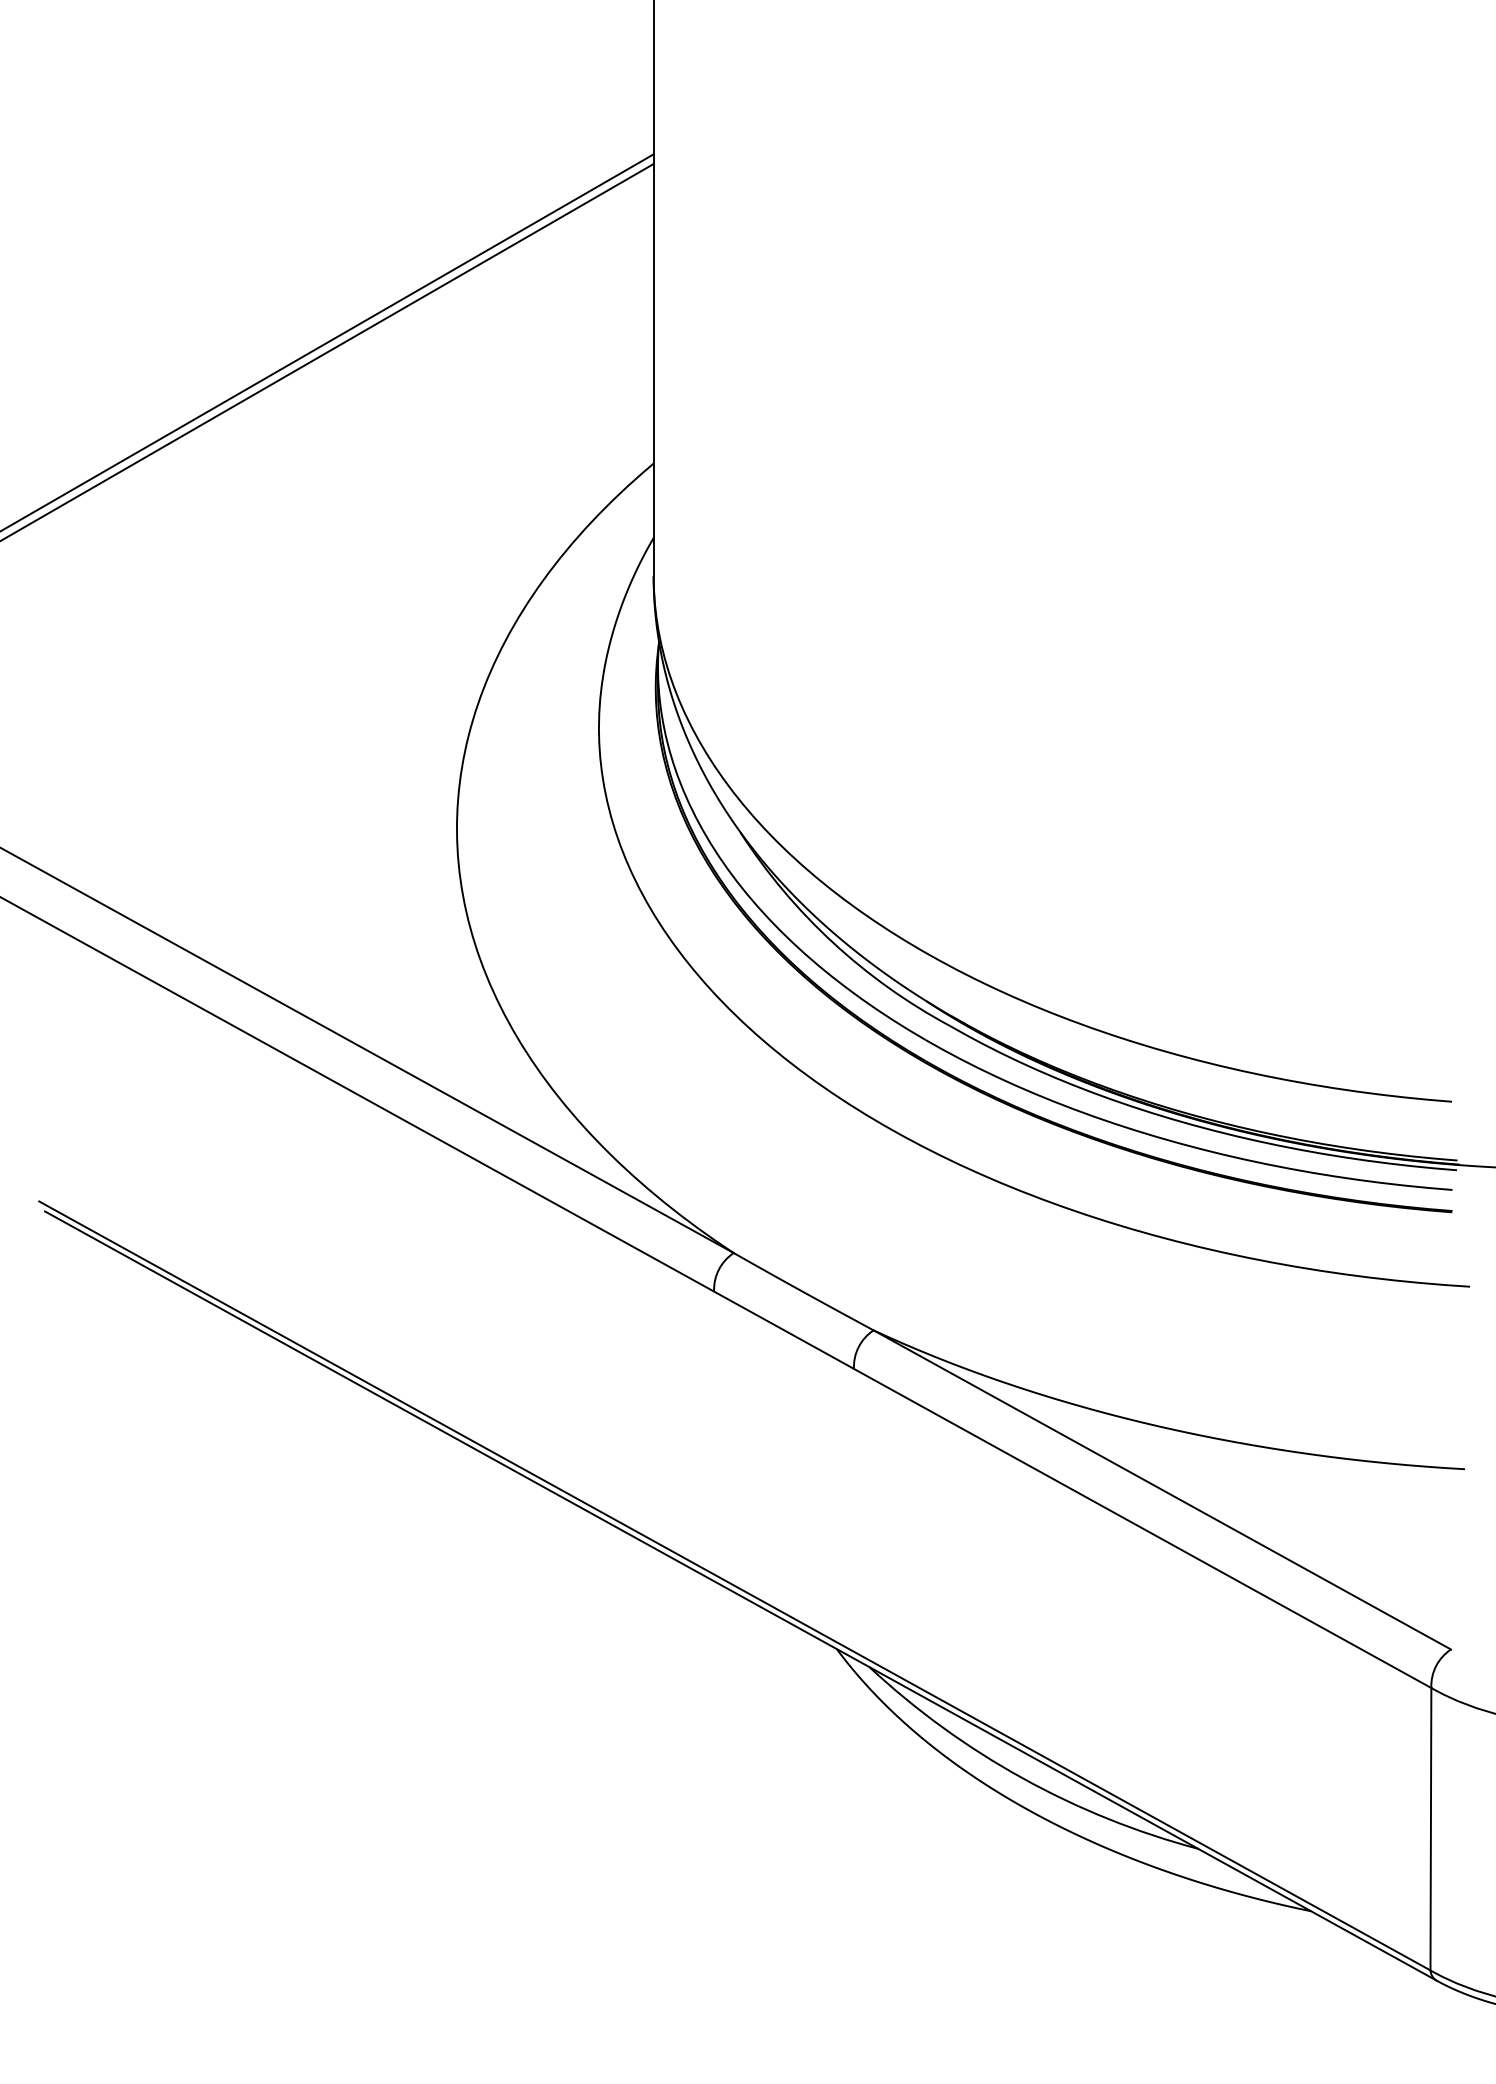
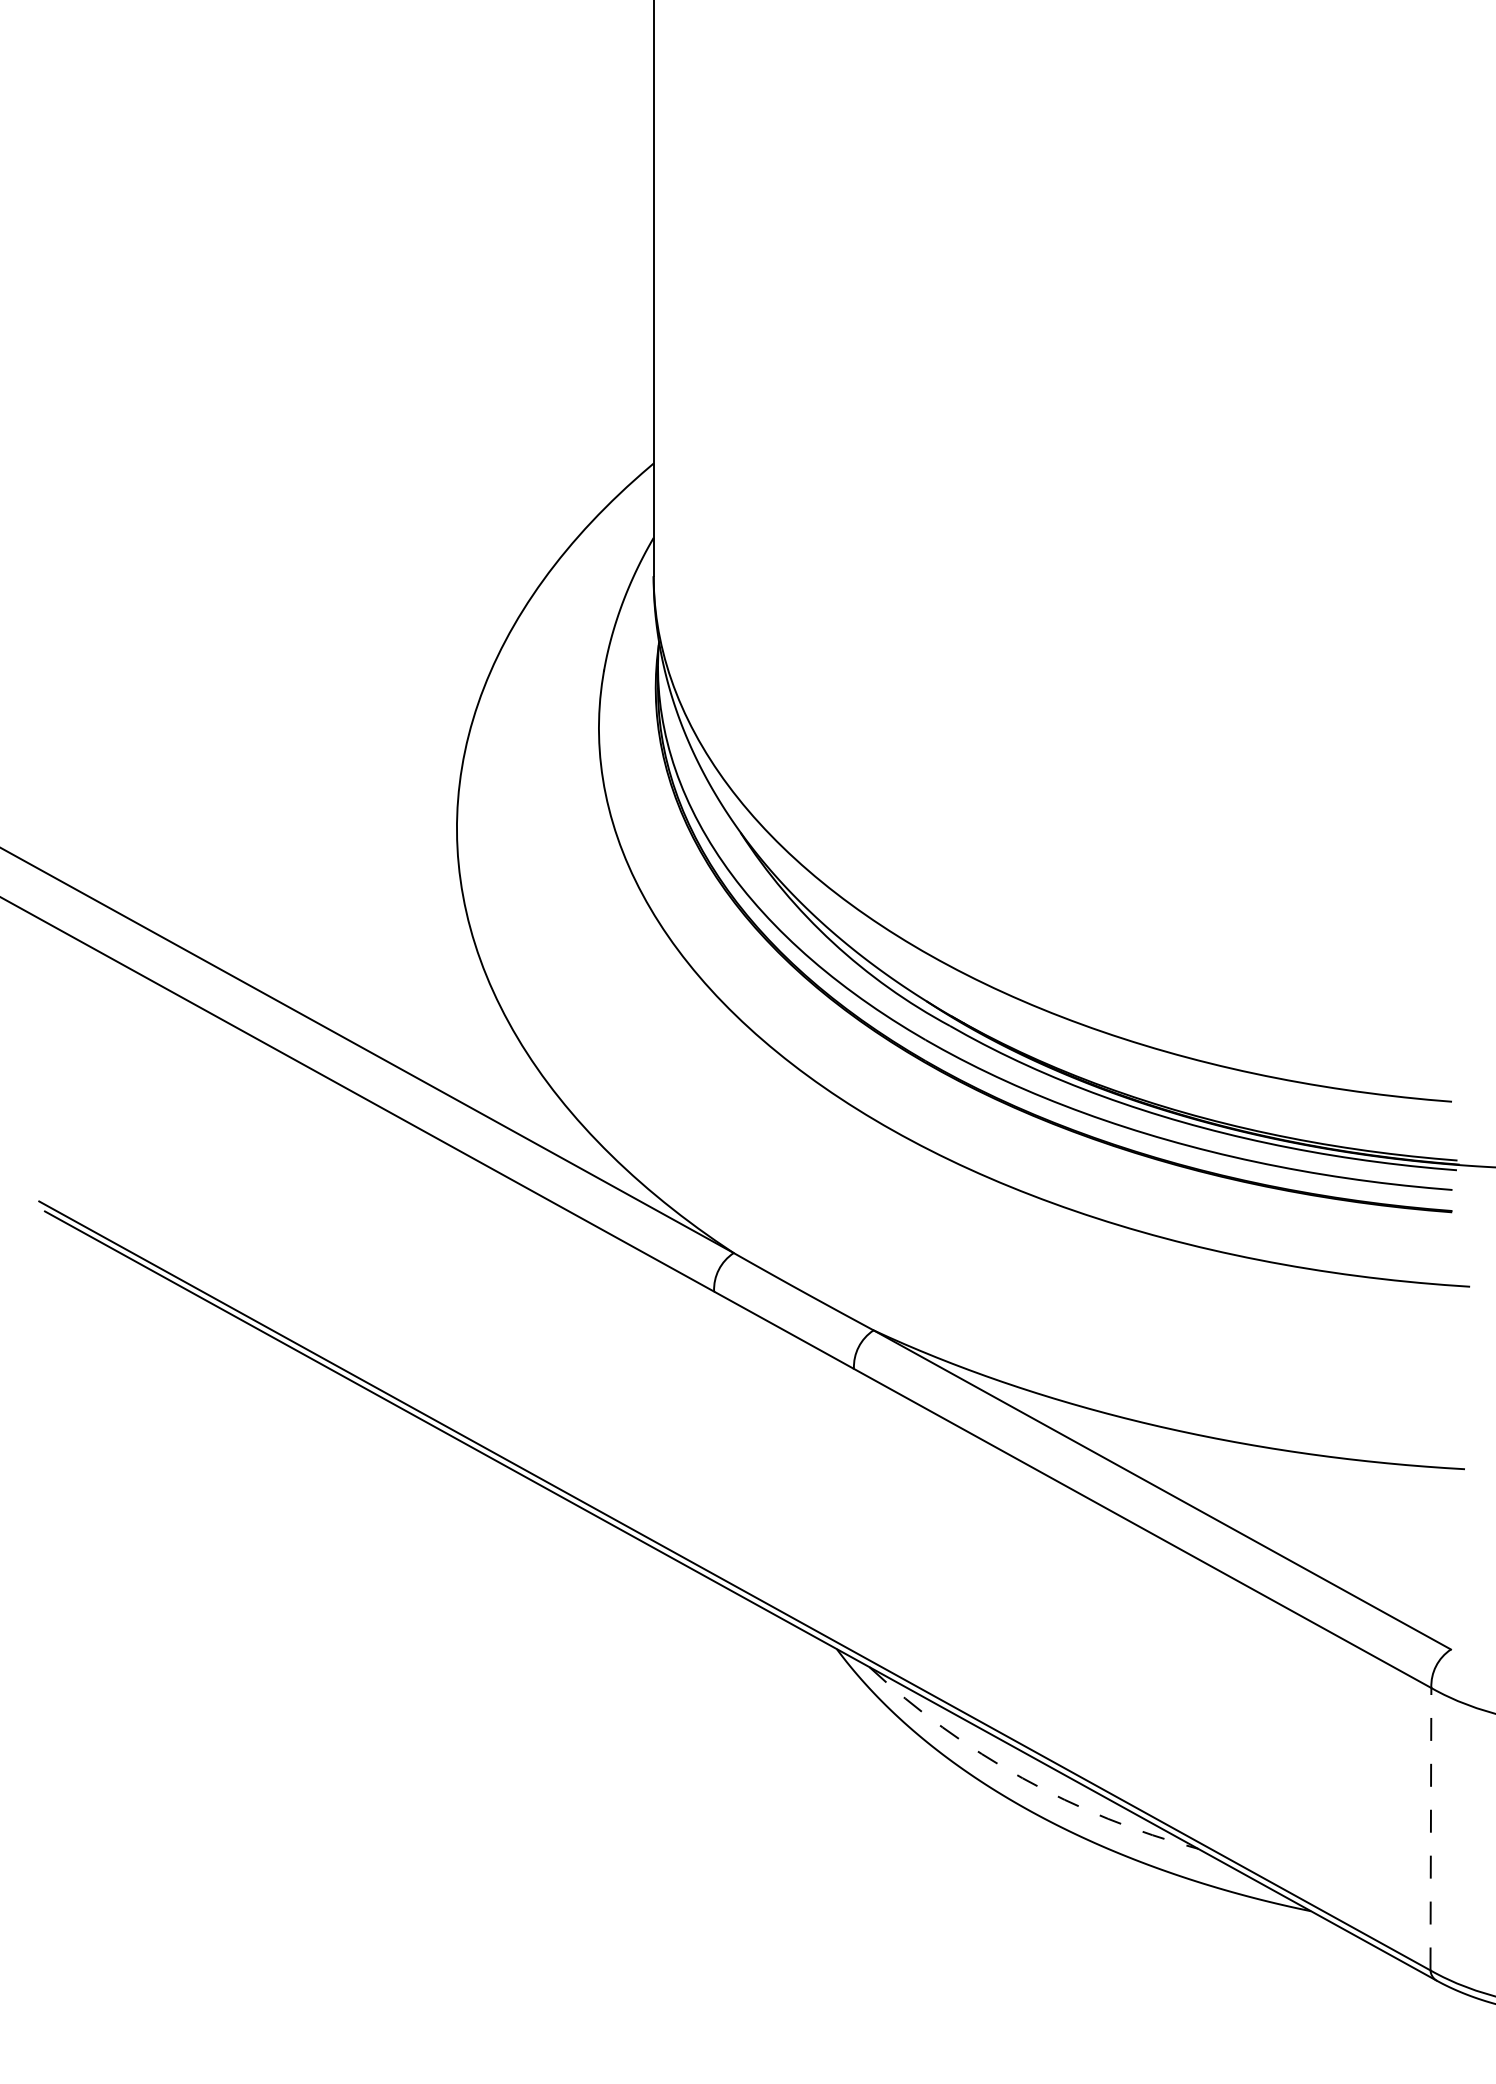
line at (327, 342): present -> none
line at (327, 352): present -> none
arc at (1022, 1778): solid -> dashed
line at (1430, 1828): solid -> dashed
